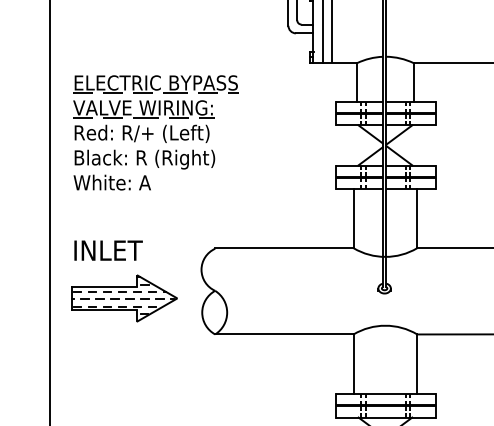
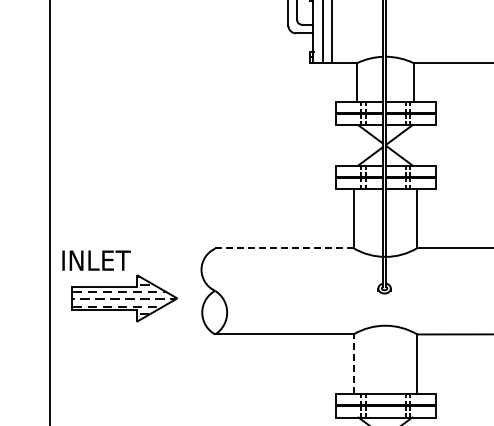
part at (155, 132): present -> none
line at (283, 248): solid -> dashed
text at (108, 250) position: (108, 250) -> (96, 260)
line at (353, 364): solid -> dashed
